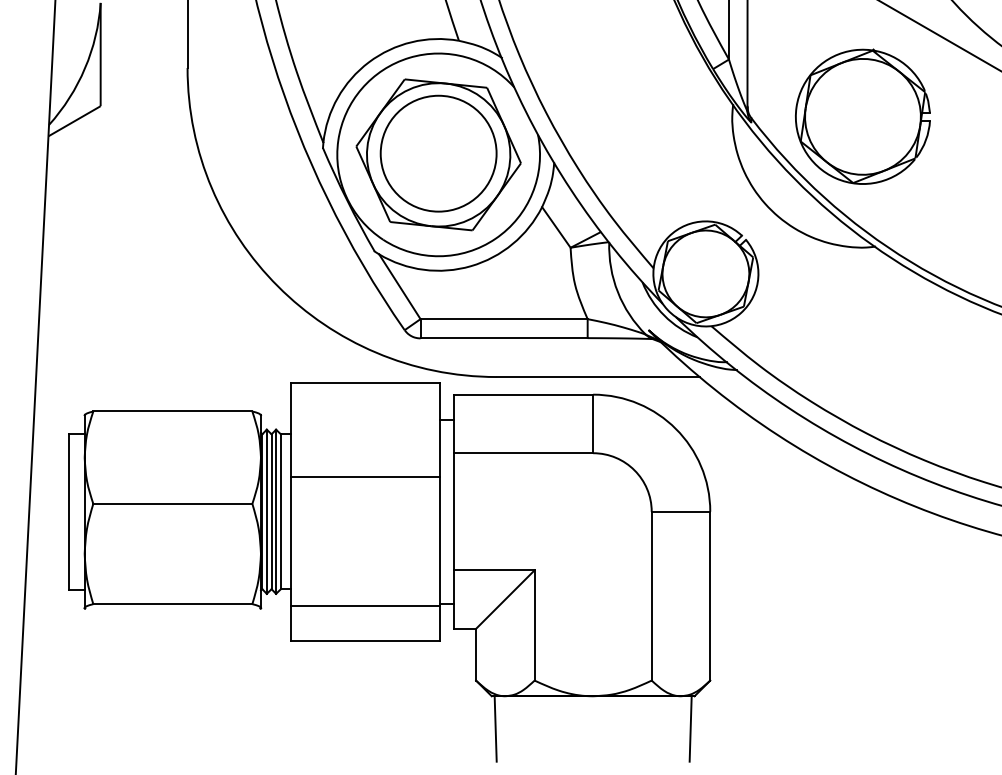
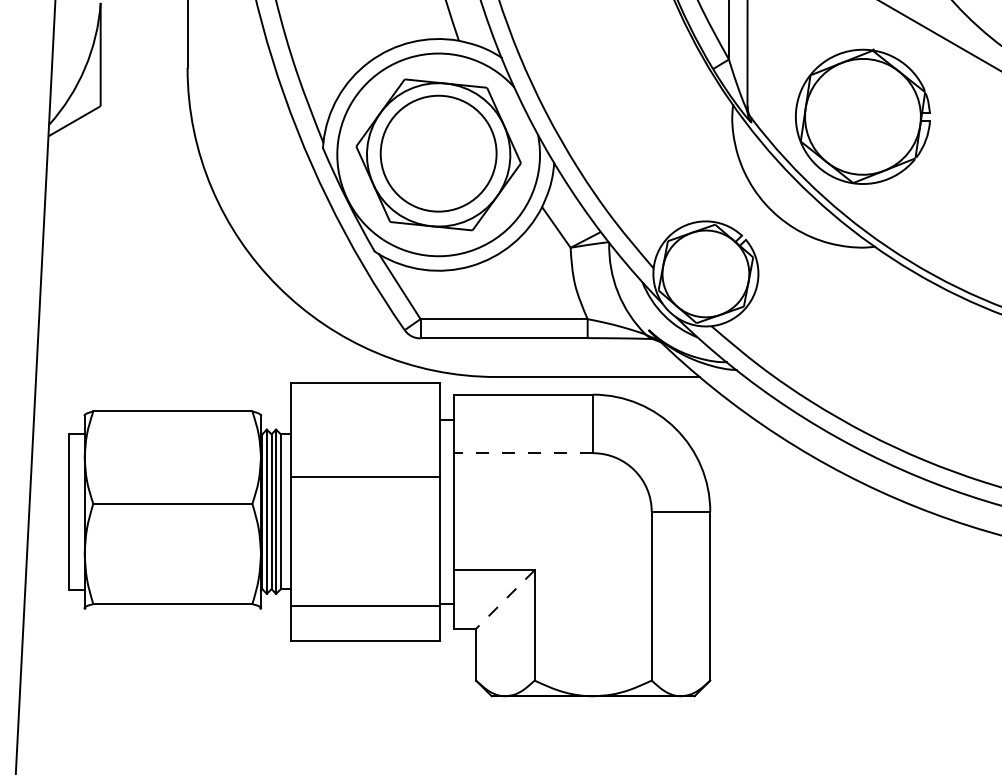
line at (523, 453): solid -> dashed
line at (505, 599): solid -> dashed
line at (495, 728): present -> none
line at (690, 728): present -> none
